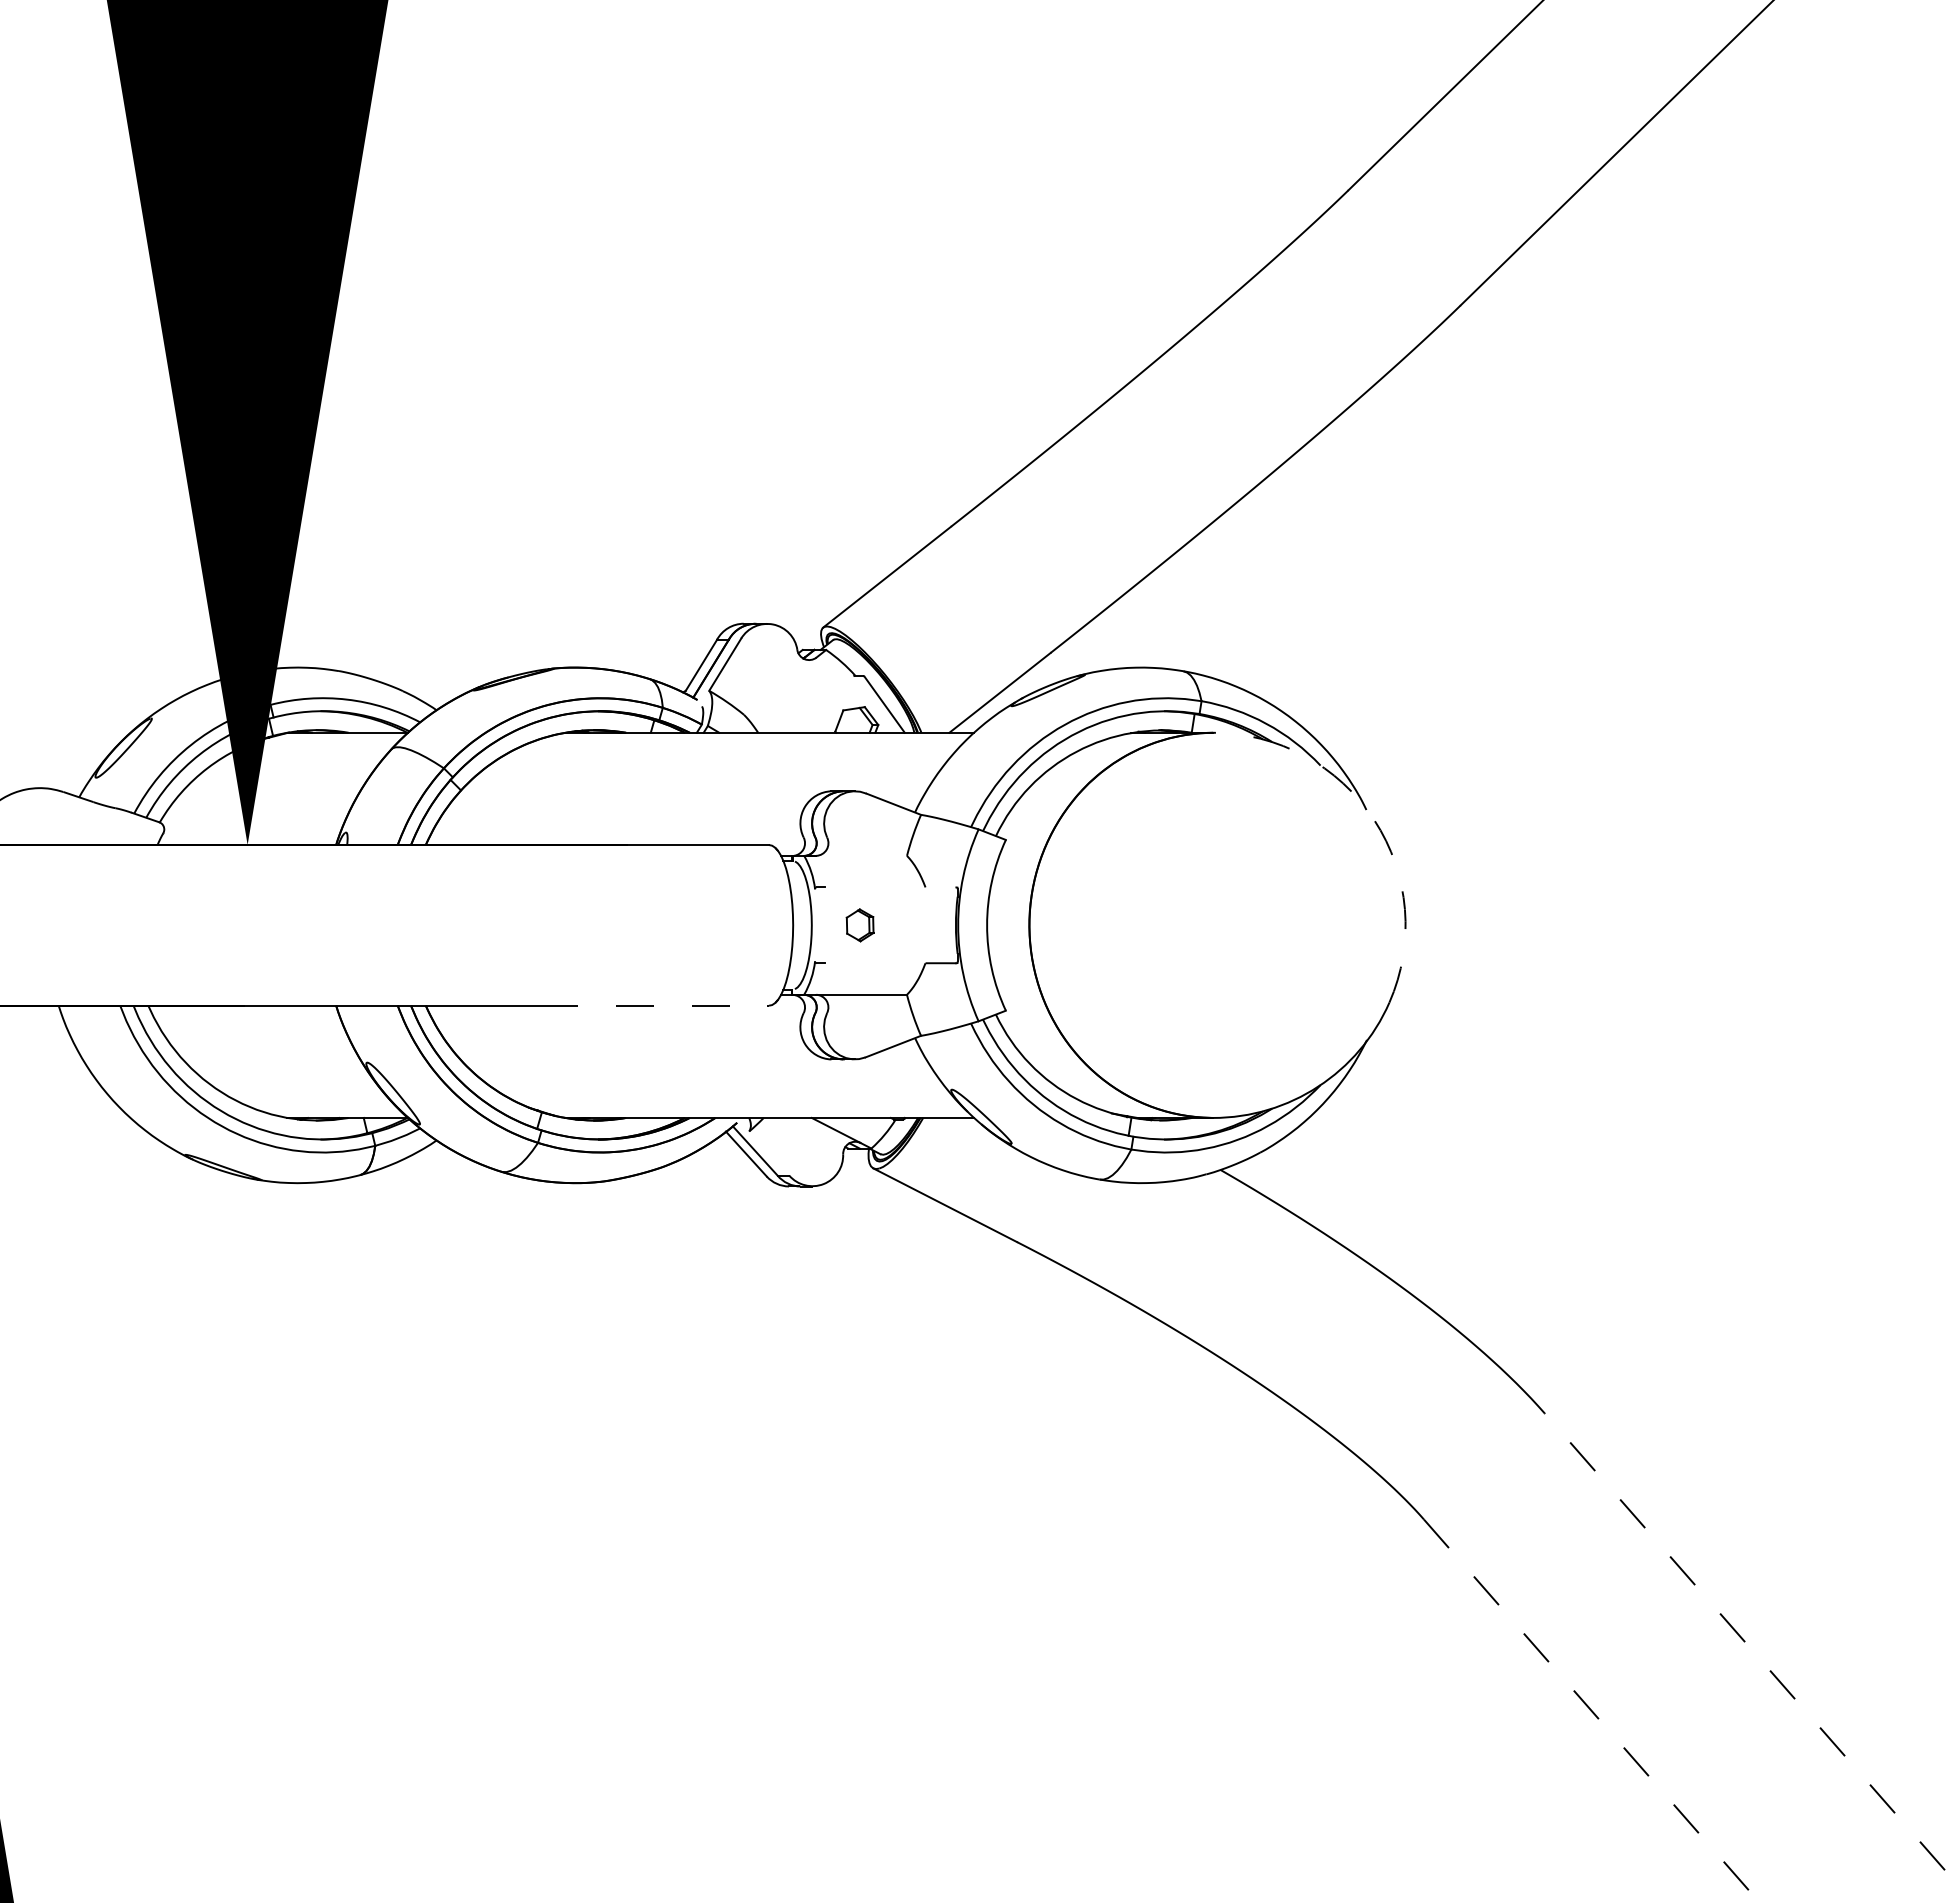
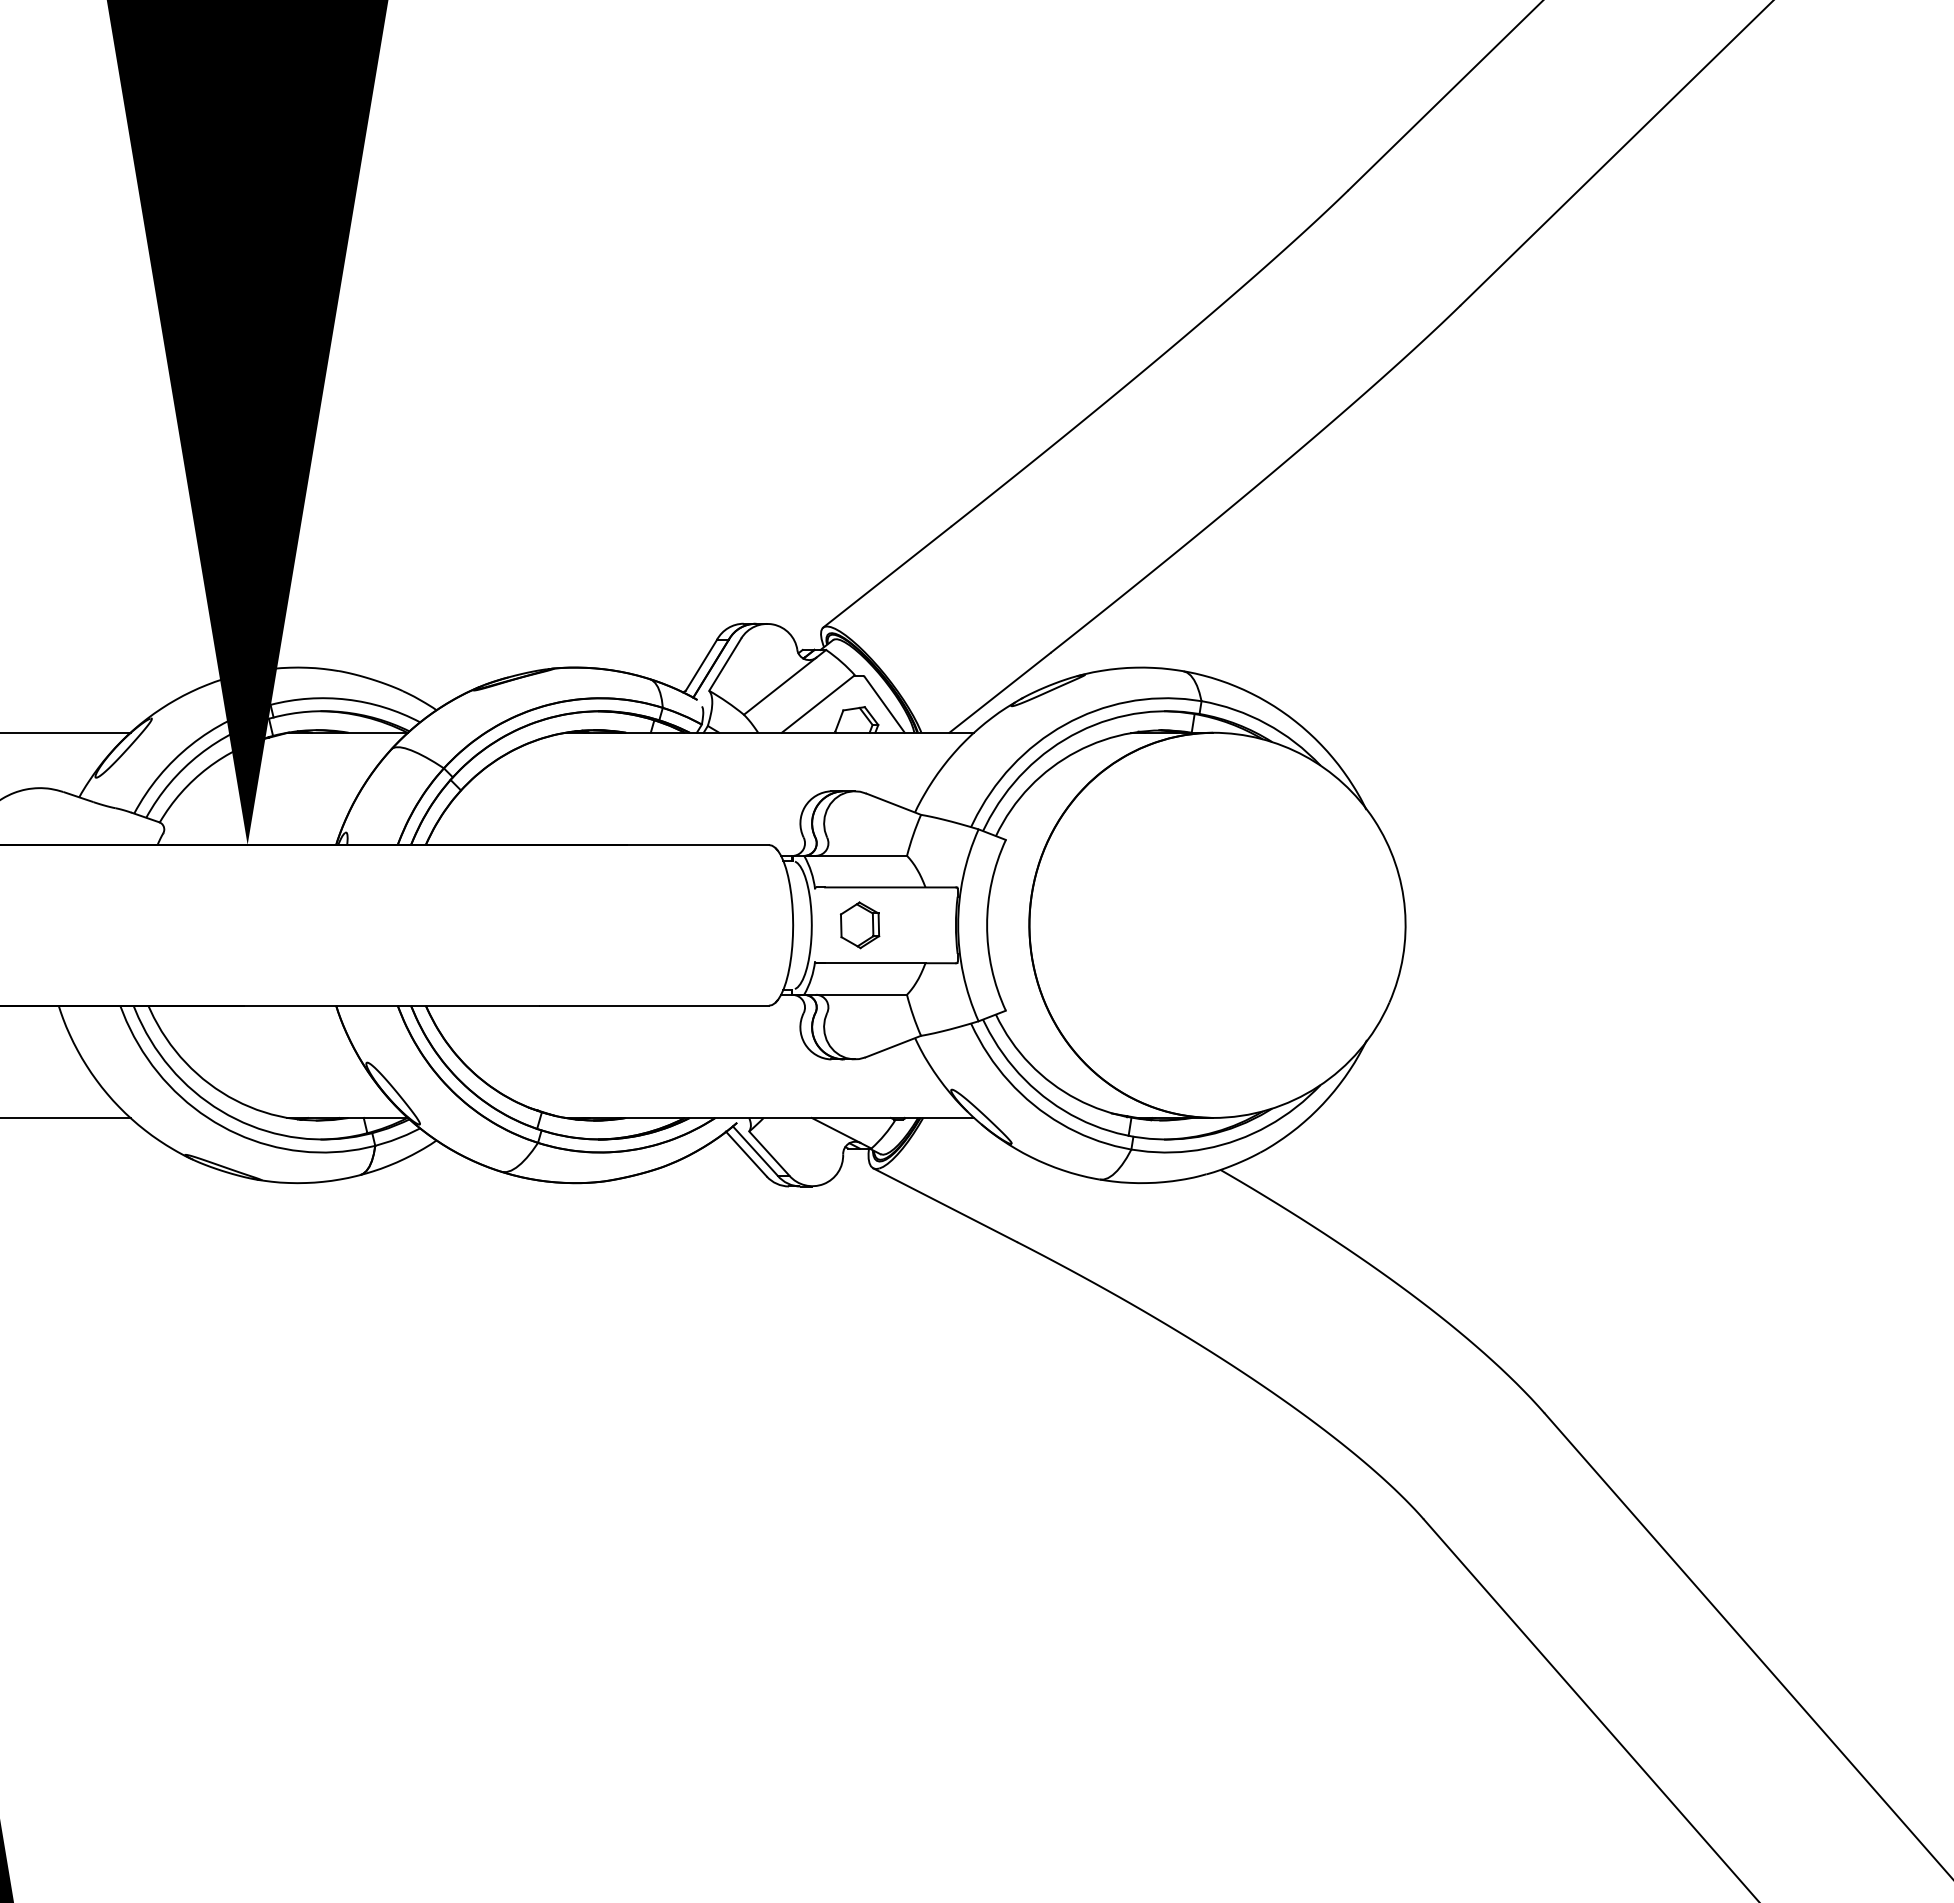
line at (779, 685): none -> present
line at (817, 704): none -> present
line at (66, 732): none -> present
arc at (1374, 820): dashed -> solid
line at (861, 855): none -> present
line at (890, 887): none -> present
part at (859, 925) size: 30x35 px -> 41x49 px
line at (870, 963): none -> present
line at (654, 1005): dashed -> solid
line at (66, 1117): none -> present
line at (769, 1153): none -> present
line at (1749, 1646): dashed -> solid
line at (1591, 1711): dashed -> solid
